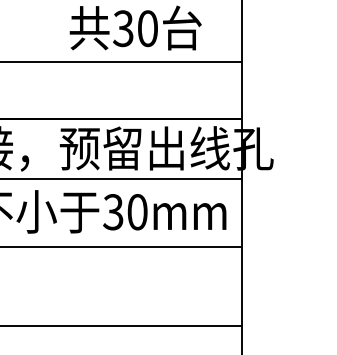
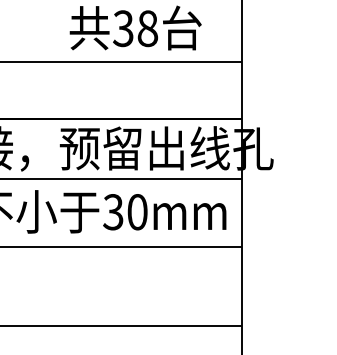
text at (147, 28): 30 -> 38
